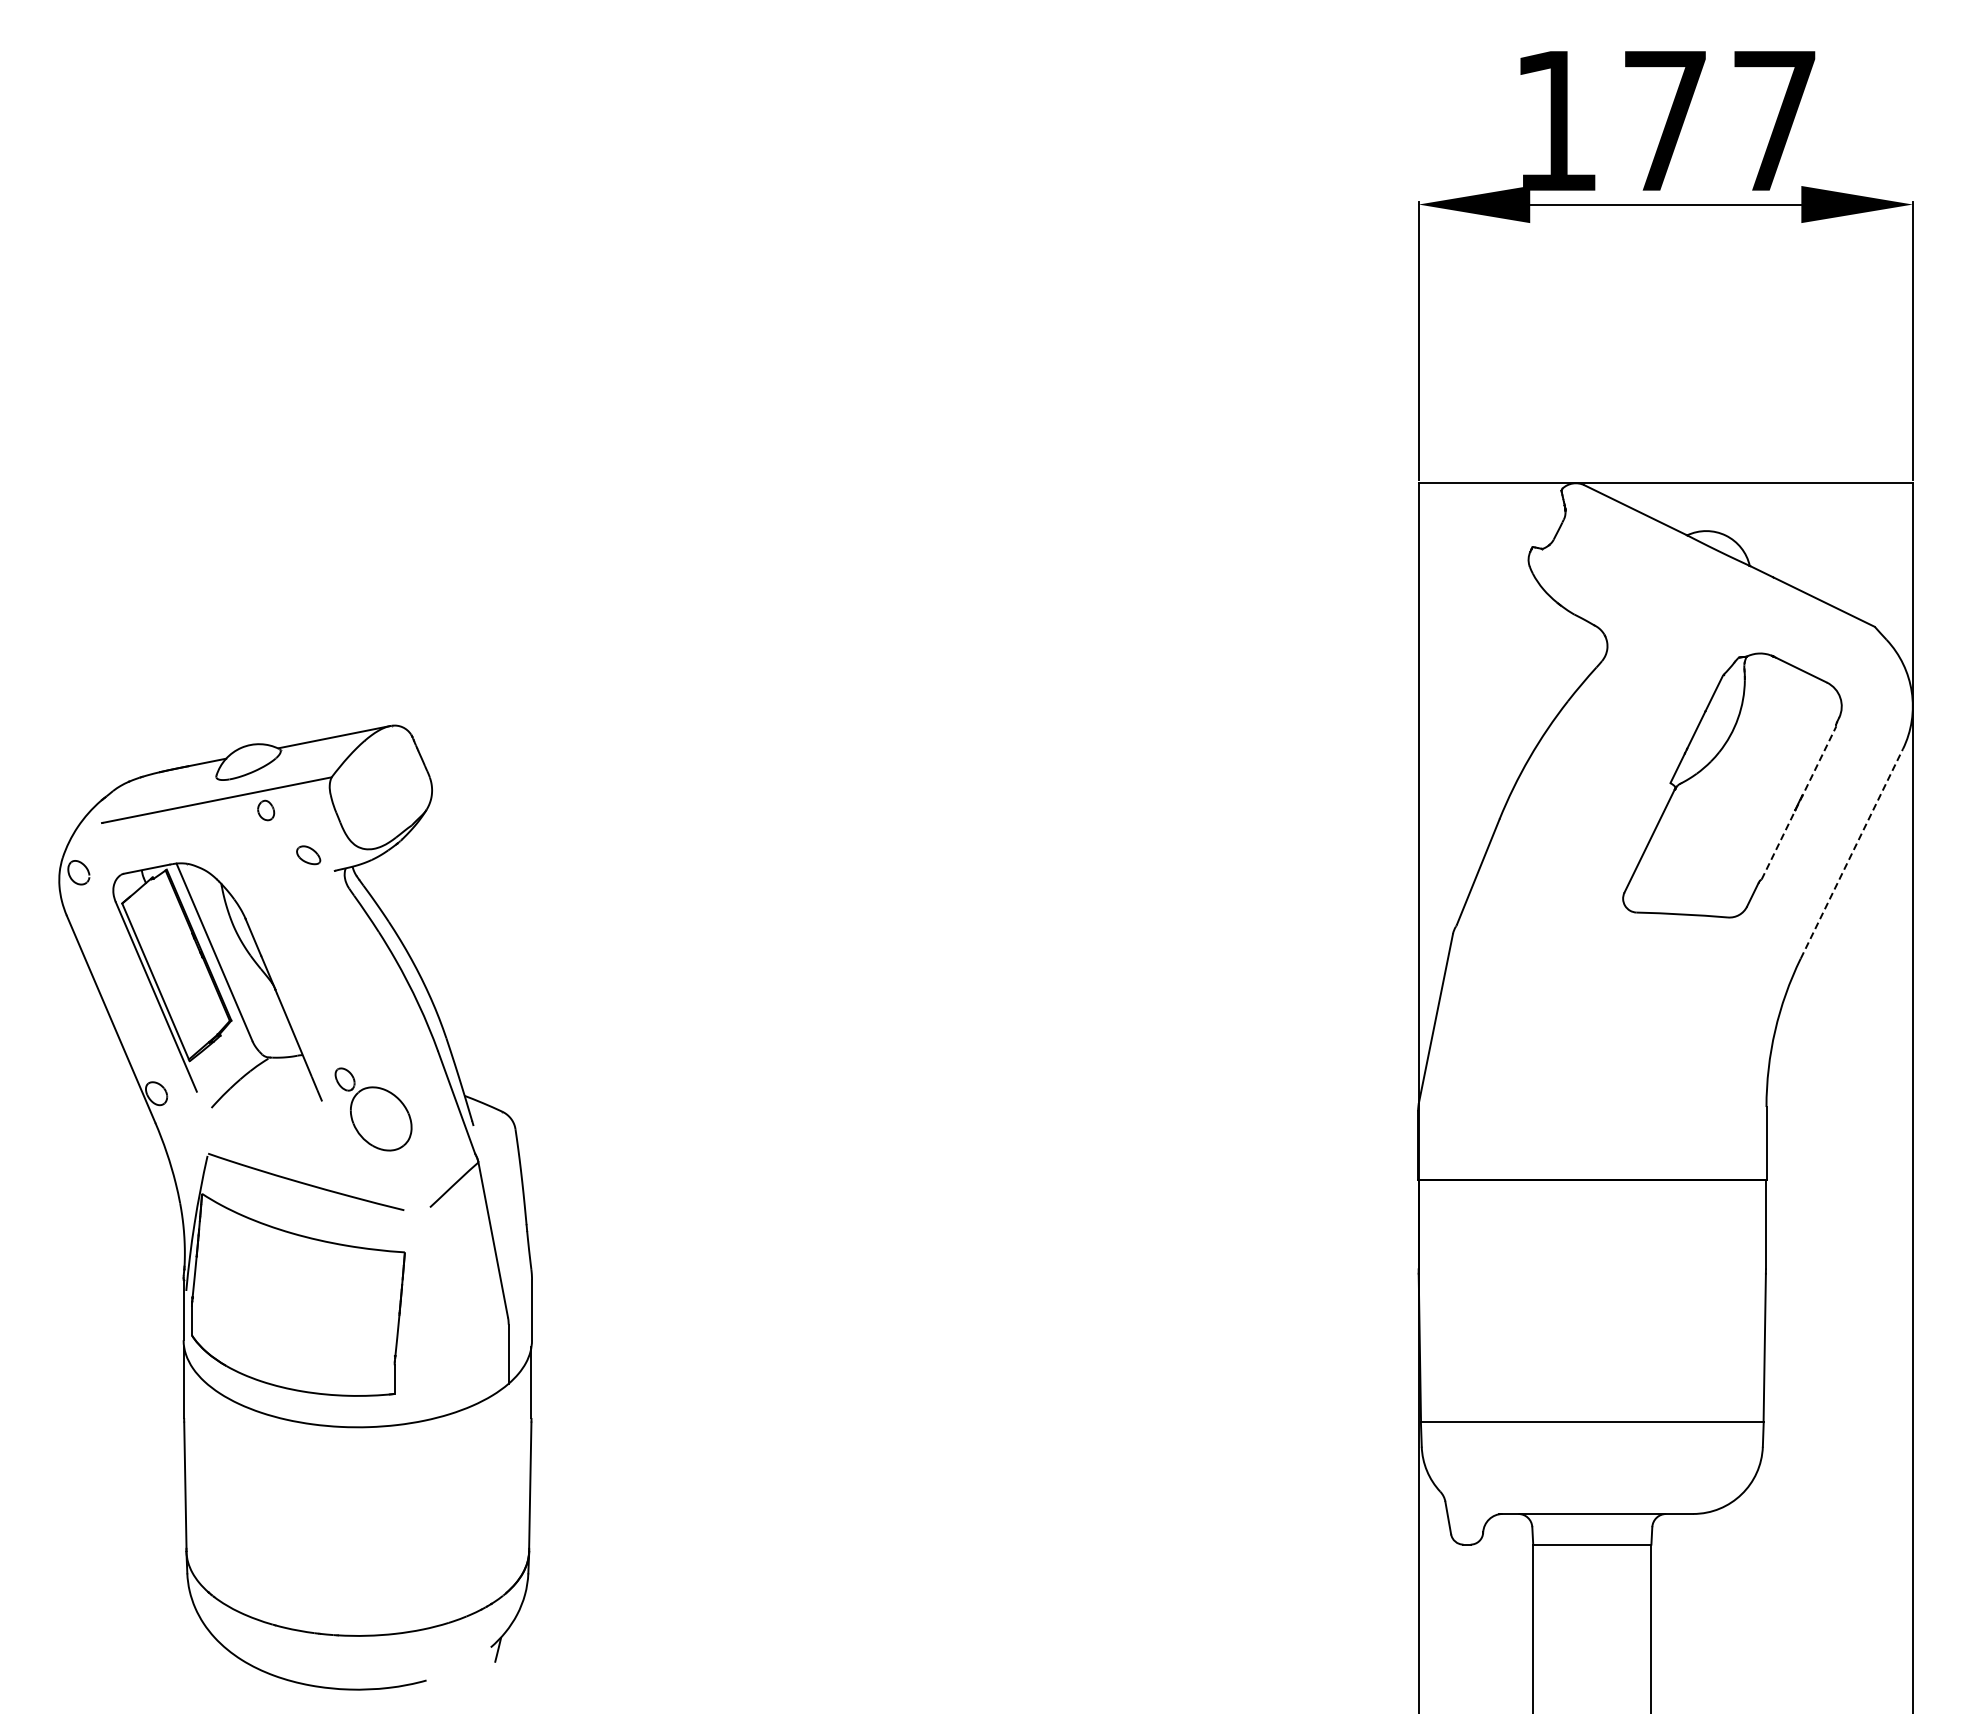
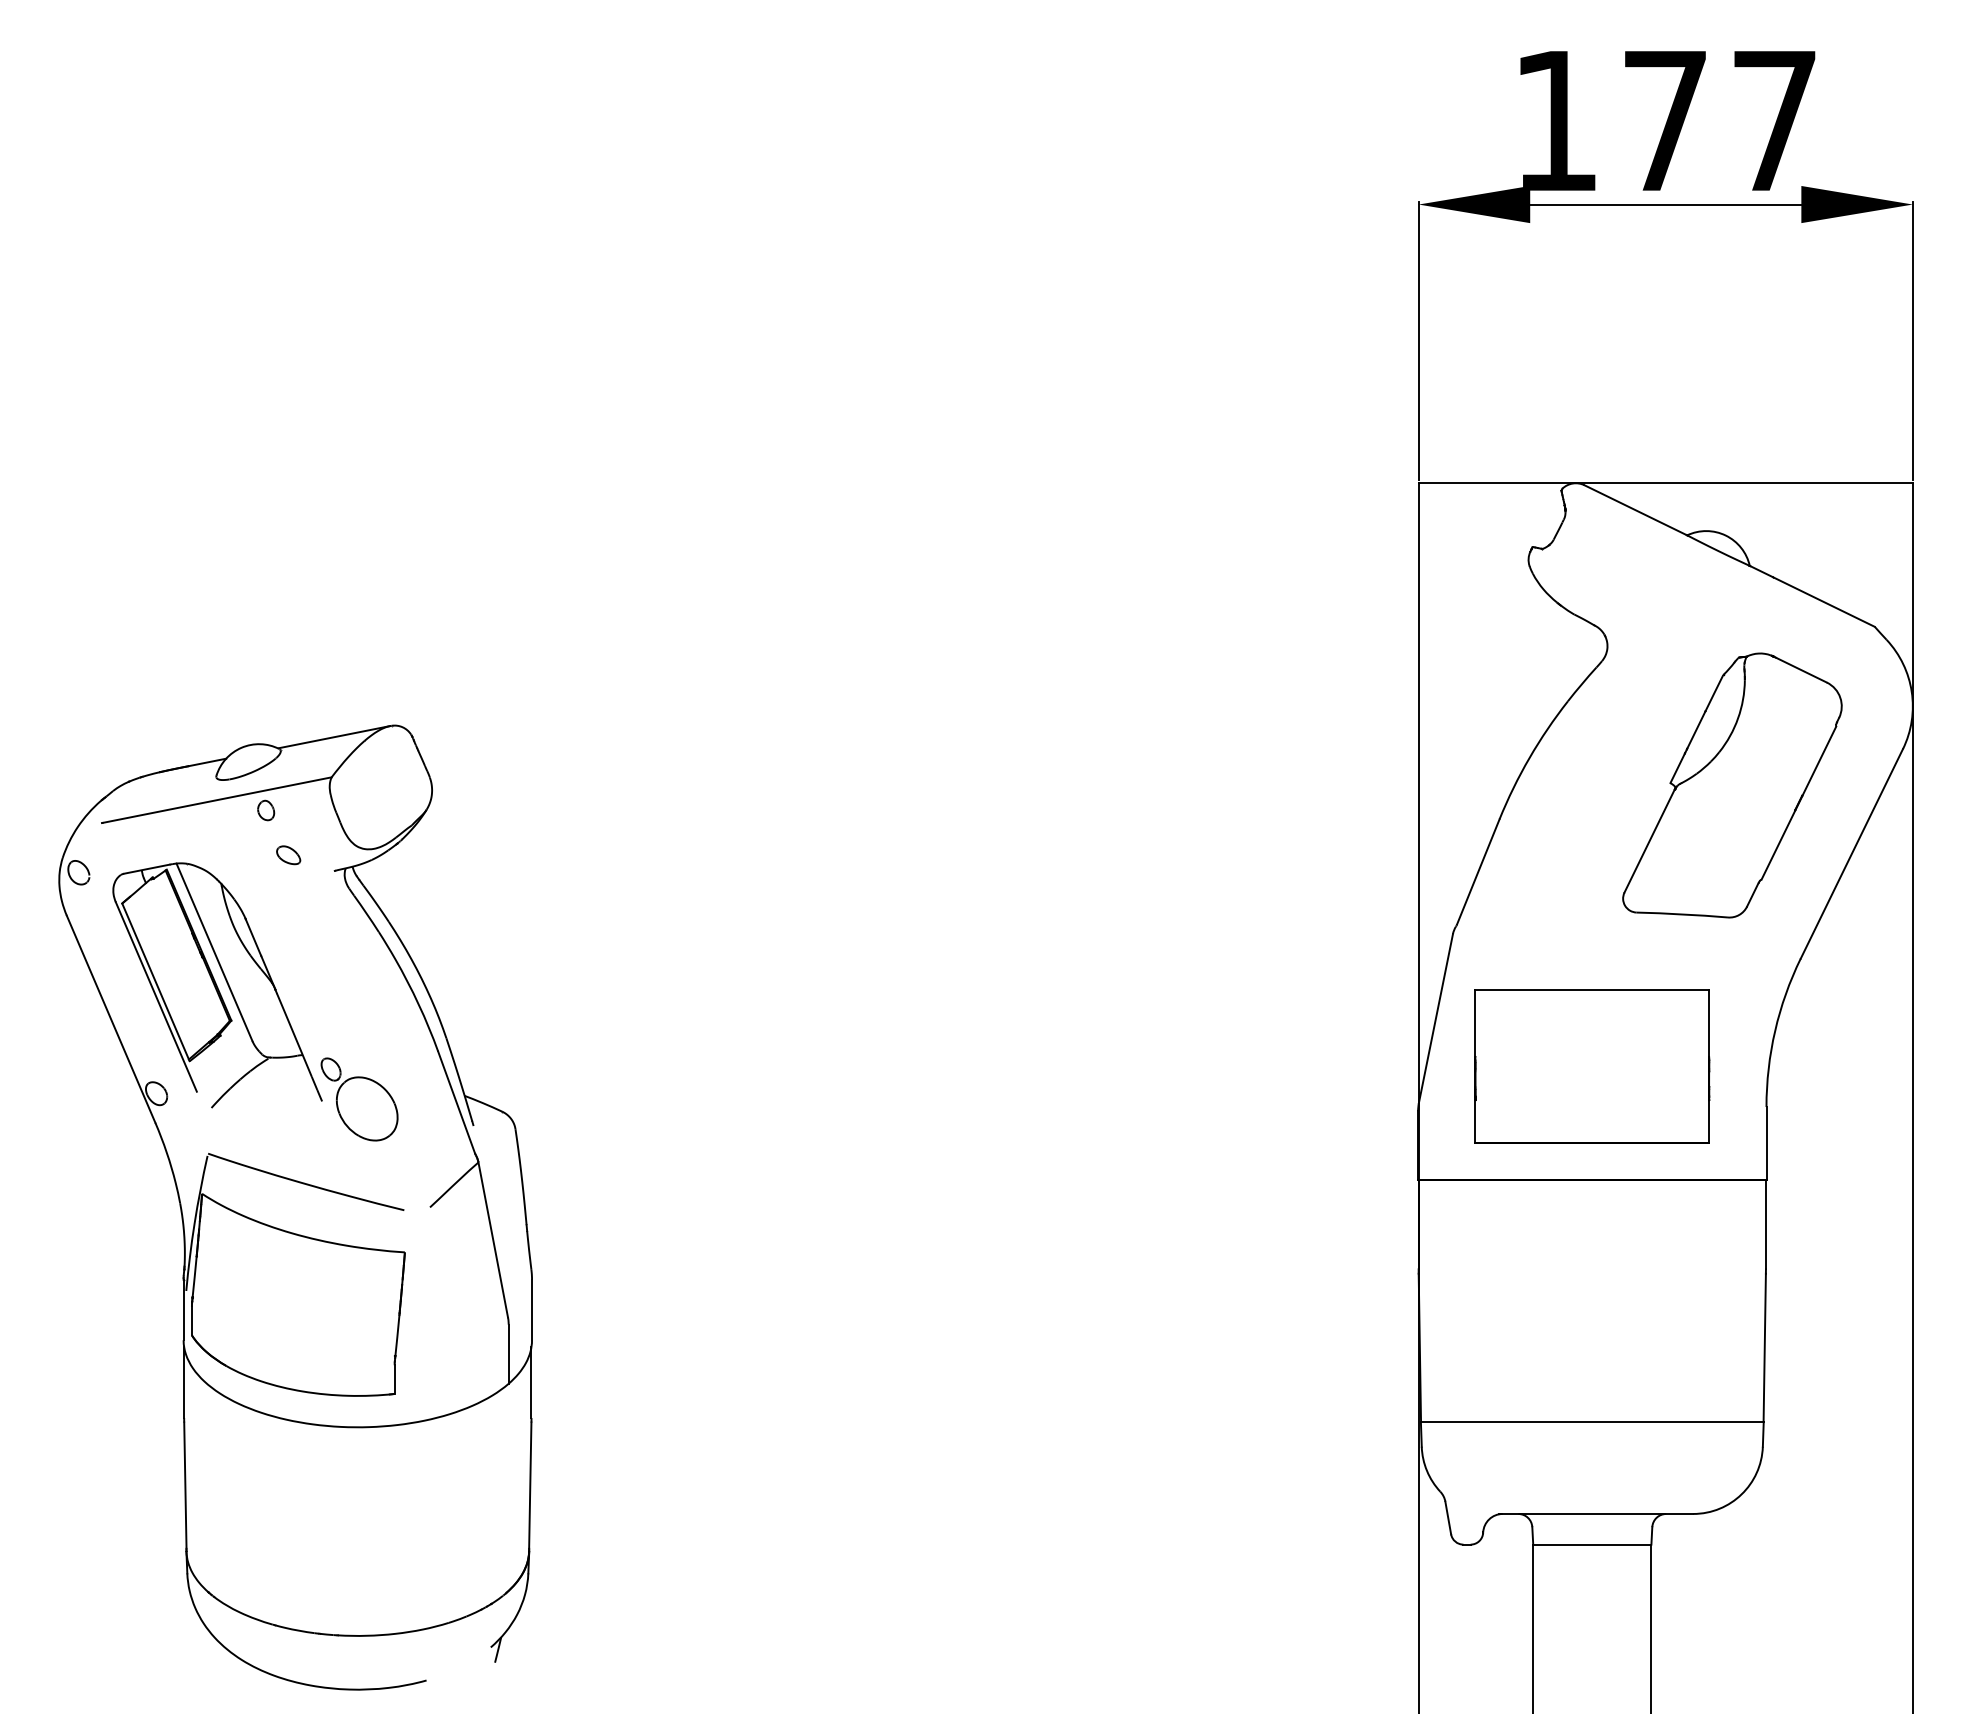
line at (1799, 802): dashed -> solid
line at (1851, 853): dashed -> solid
part at (308, 855) position: (308, 855) -> (288, 855)
part at (1592, 1066): none -> present
part at (373, 1109) position: (373, 1109) -> (359, 1099)
